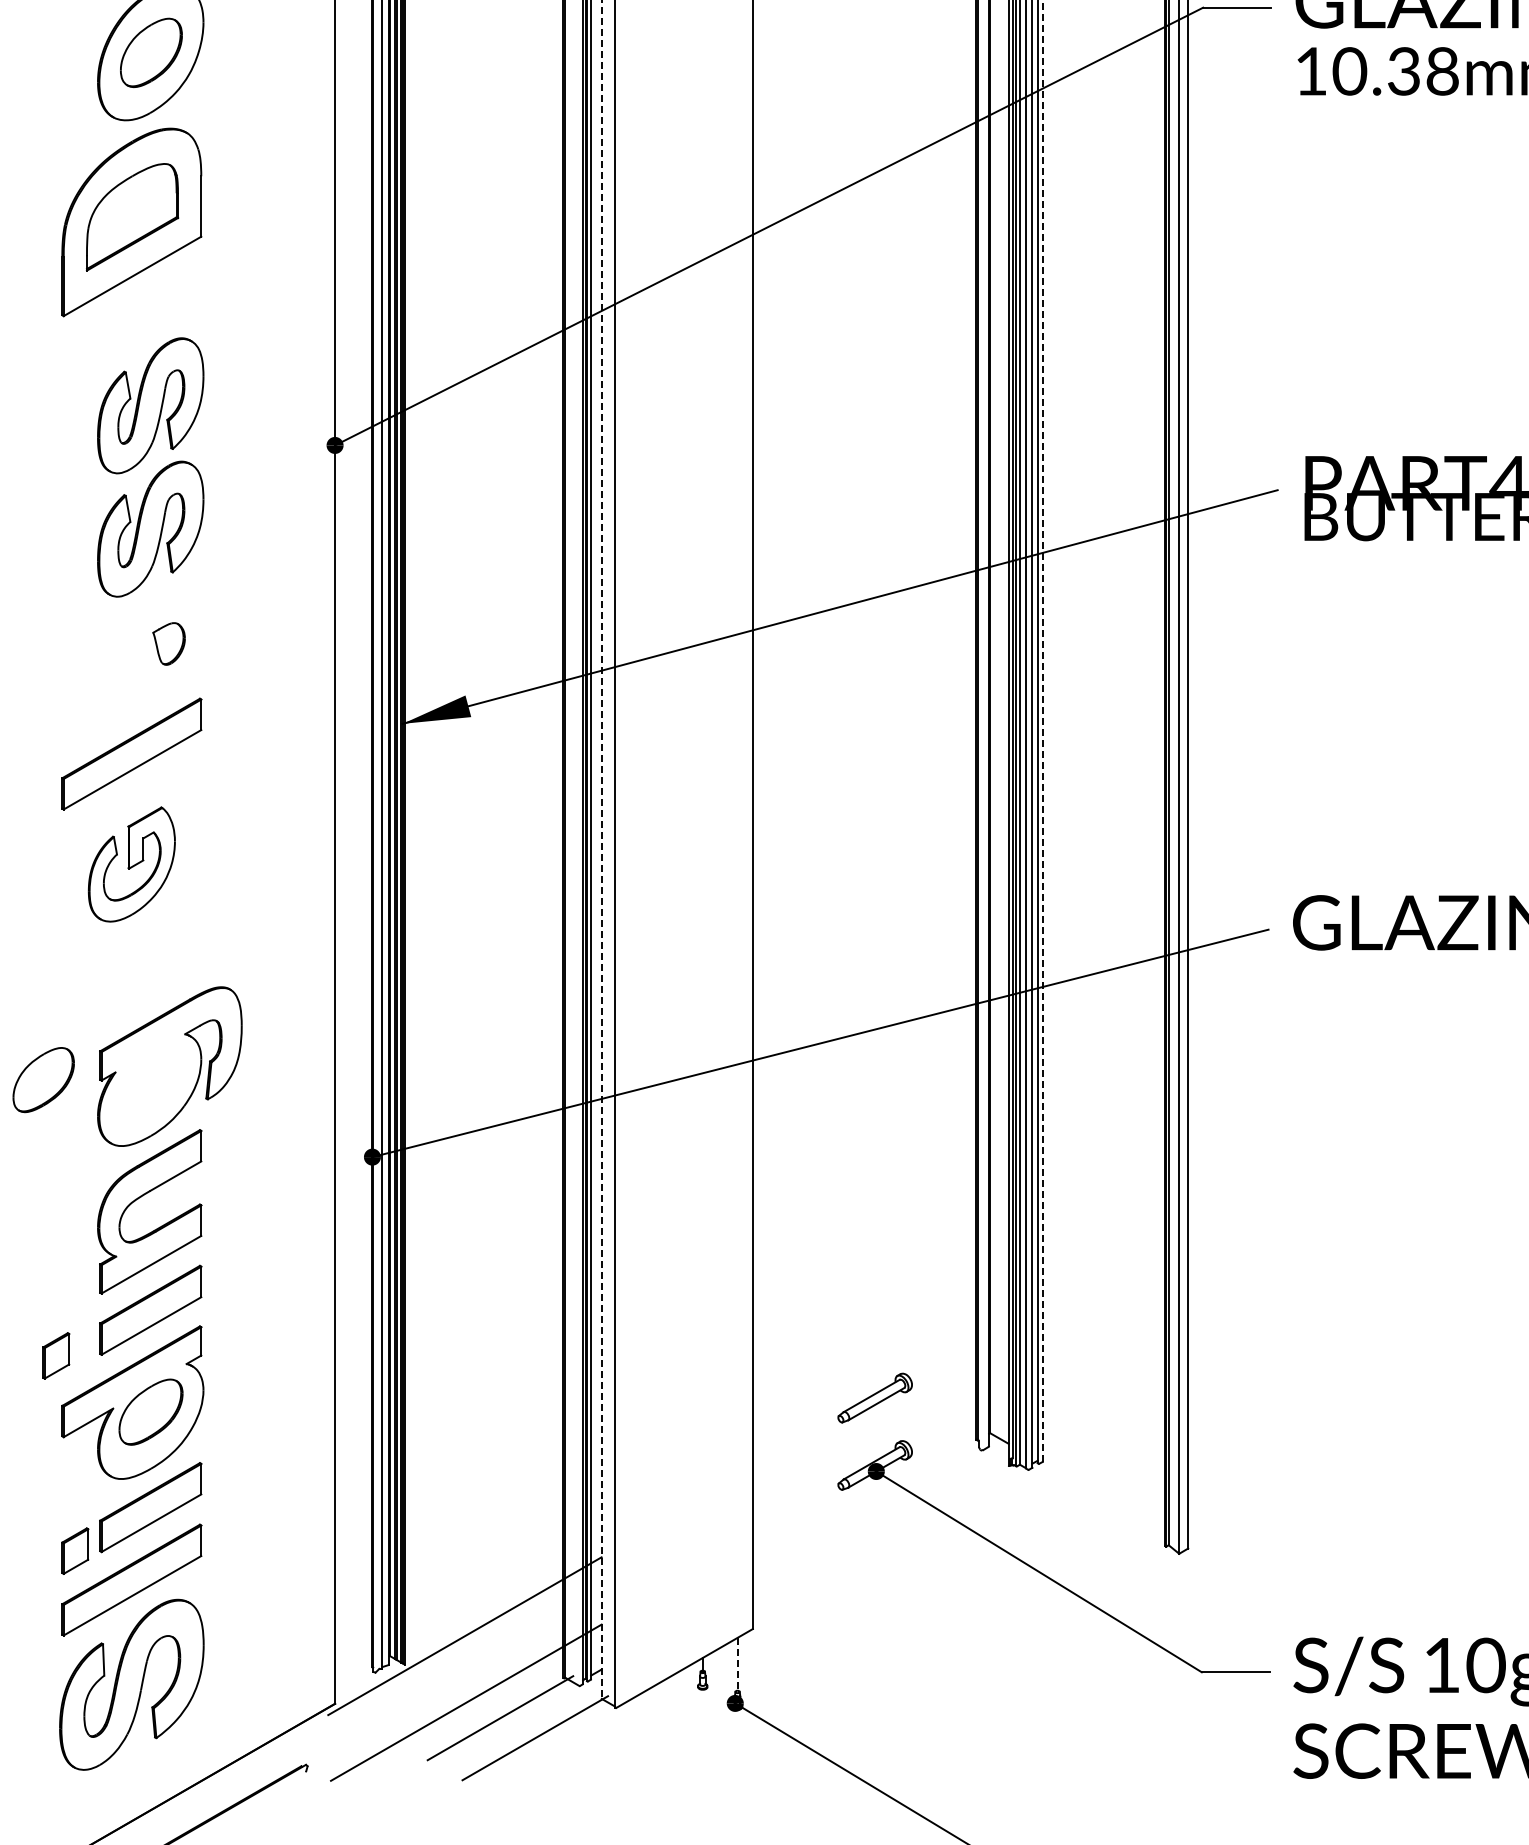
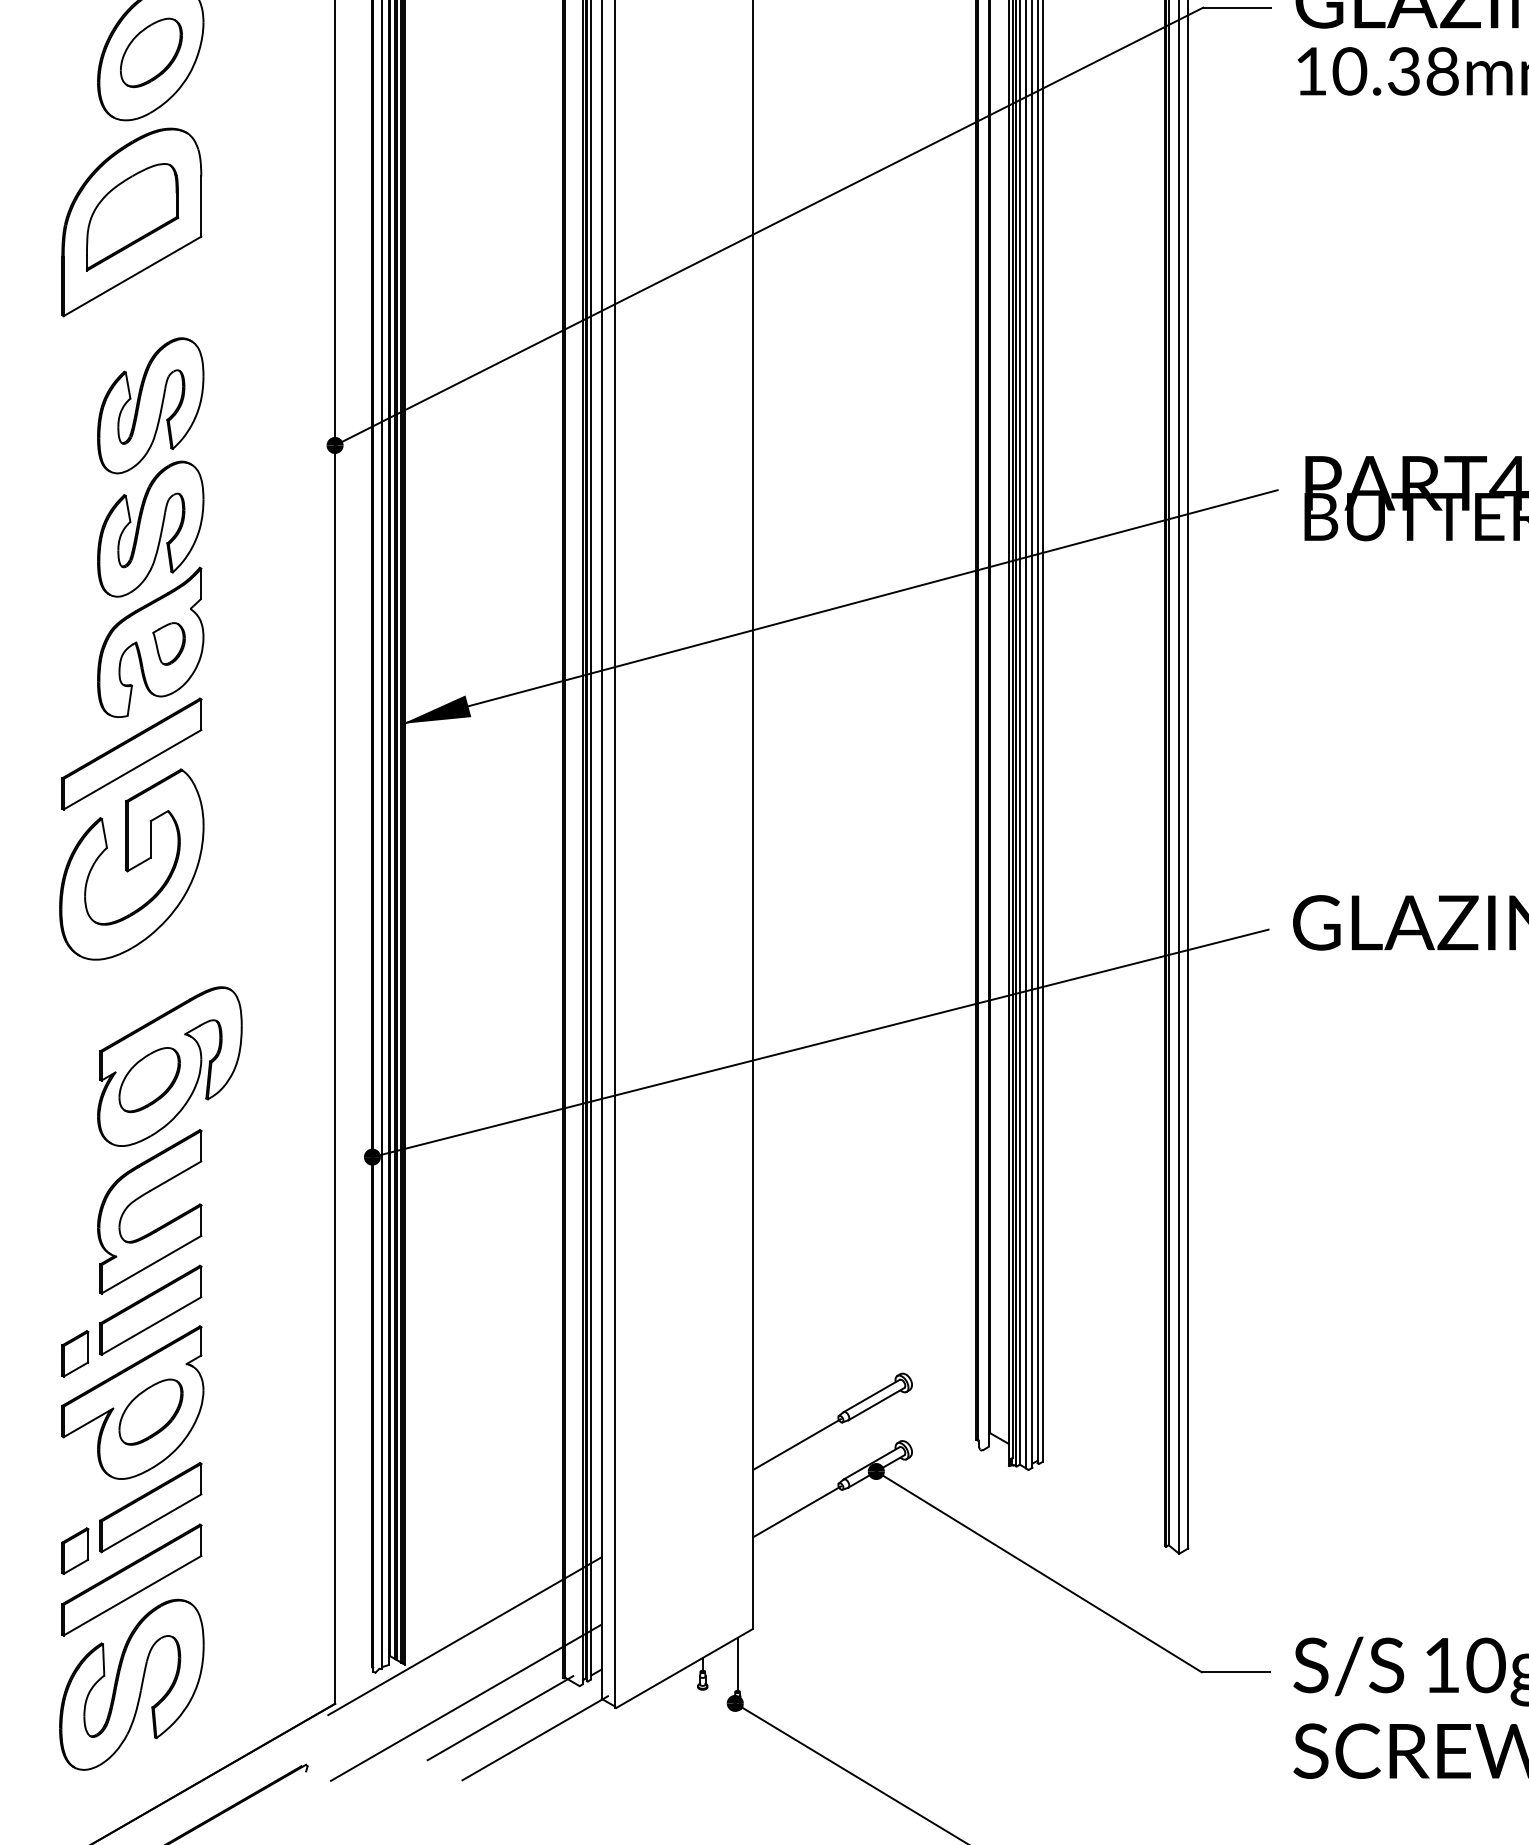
part at (150, 641): none -> present
line at (1042, 730): dashed -> solid
line at (601, 849): dashed -> solid
part at (131, 864) size: 89x117 px -> 146x193 px
part at (43, 1080) position: (43, 1080) -> (149, 1080)
part at (56, 1355) position: (56, 1355) -> (75, 1353)
line at (796, 1444): none -> present
line at (796, 1511): none -> present
line at (737, 1665): dashed -> solid
